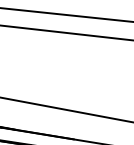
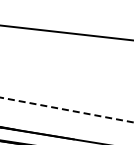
line at (66, 14): present -> none
line at (66, 109): solid -> dashed
